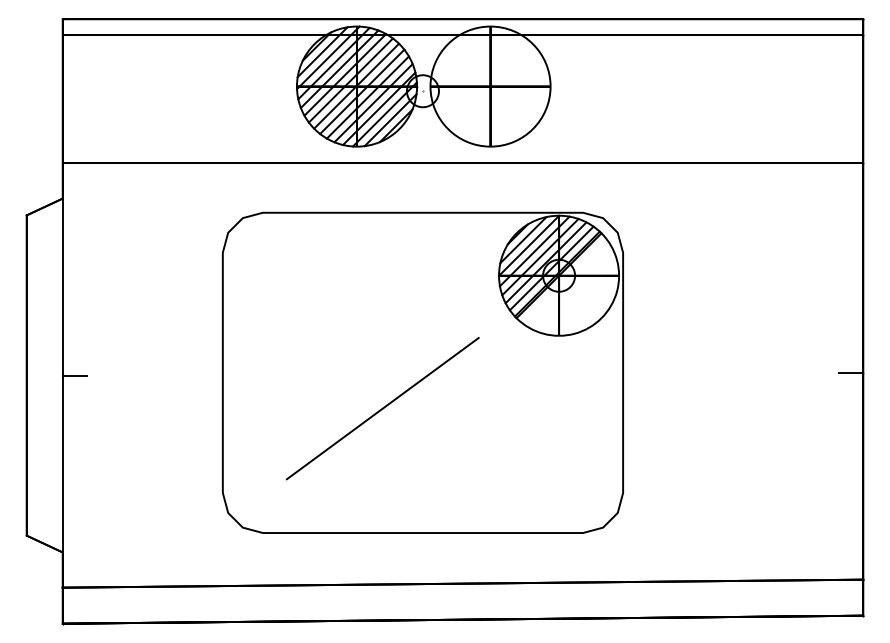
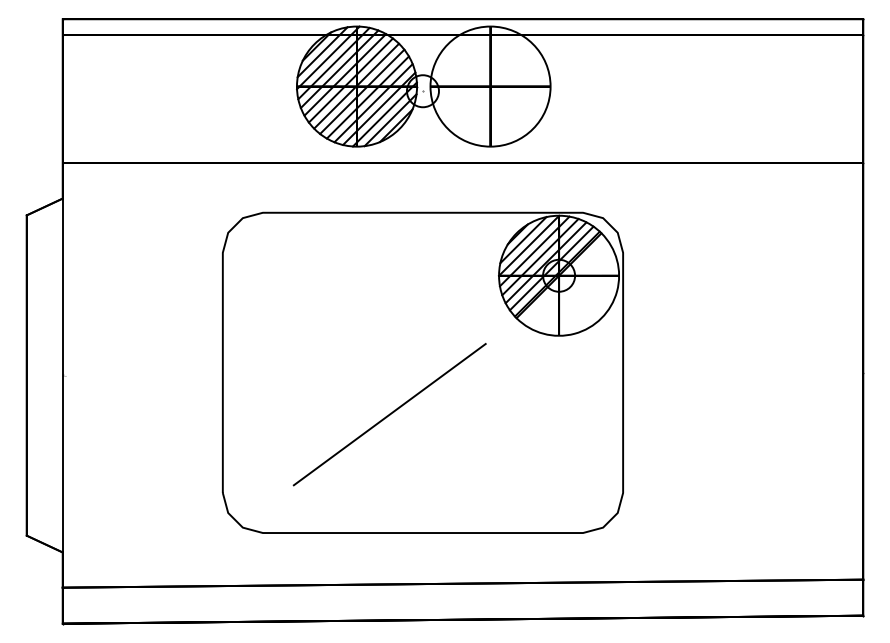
line at (851, 372): present -> none
line at (74, 375): present -> none
line at (382, 408) position: (382, 408) -> (389, 414)
